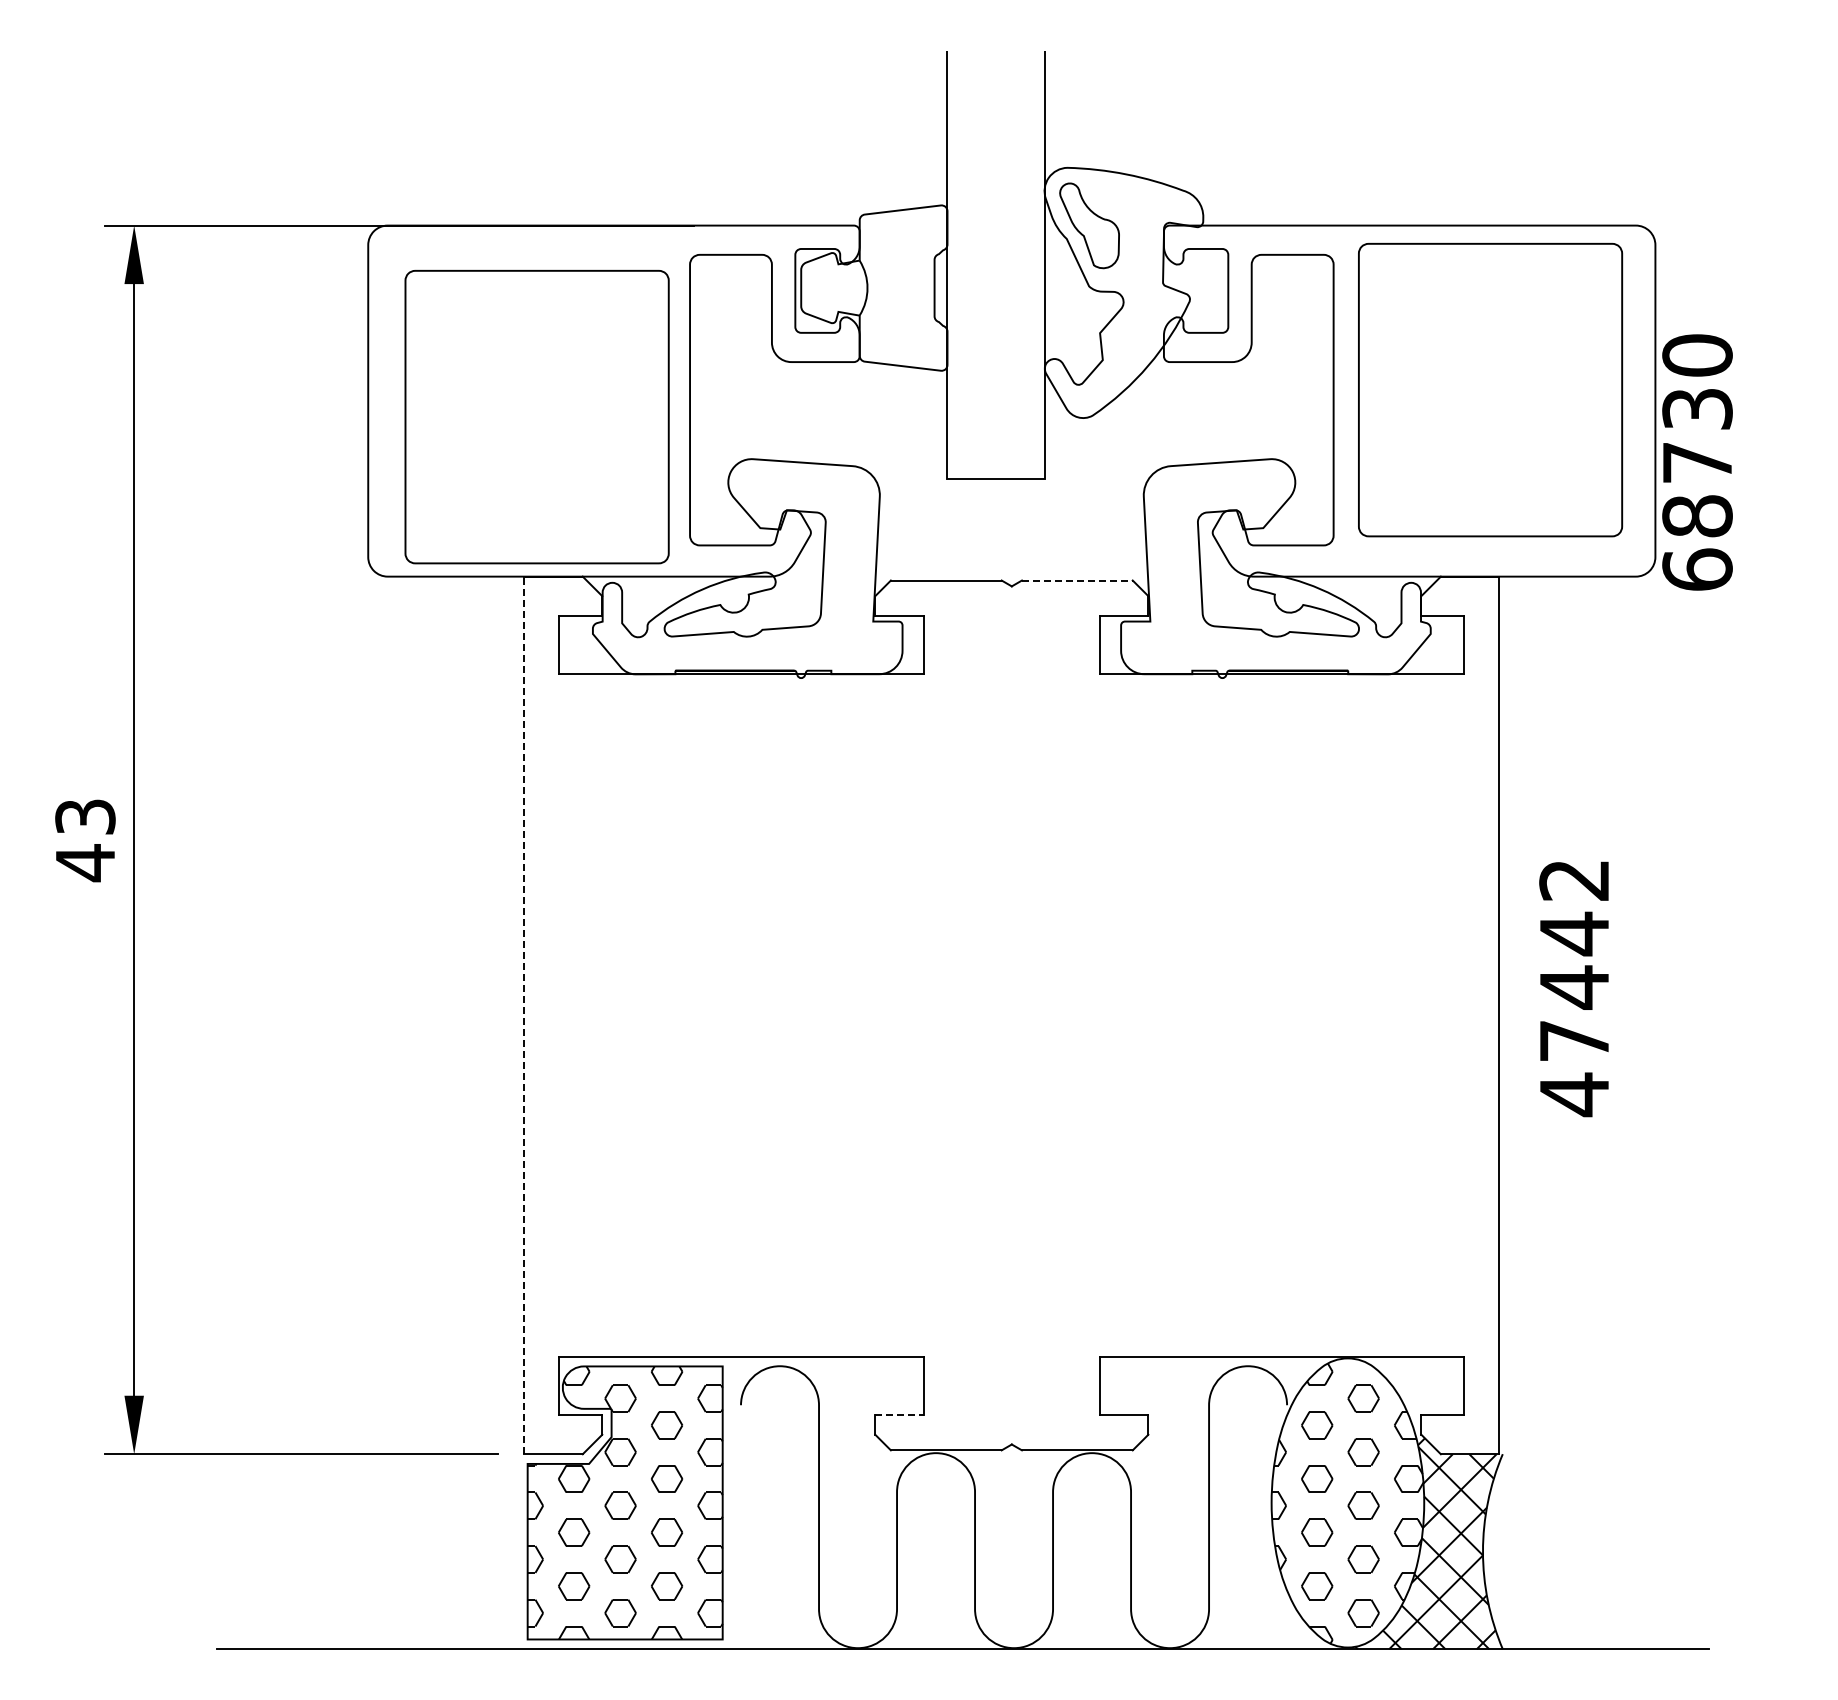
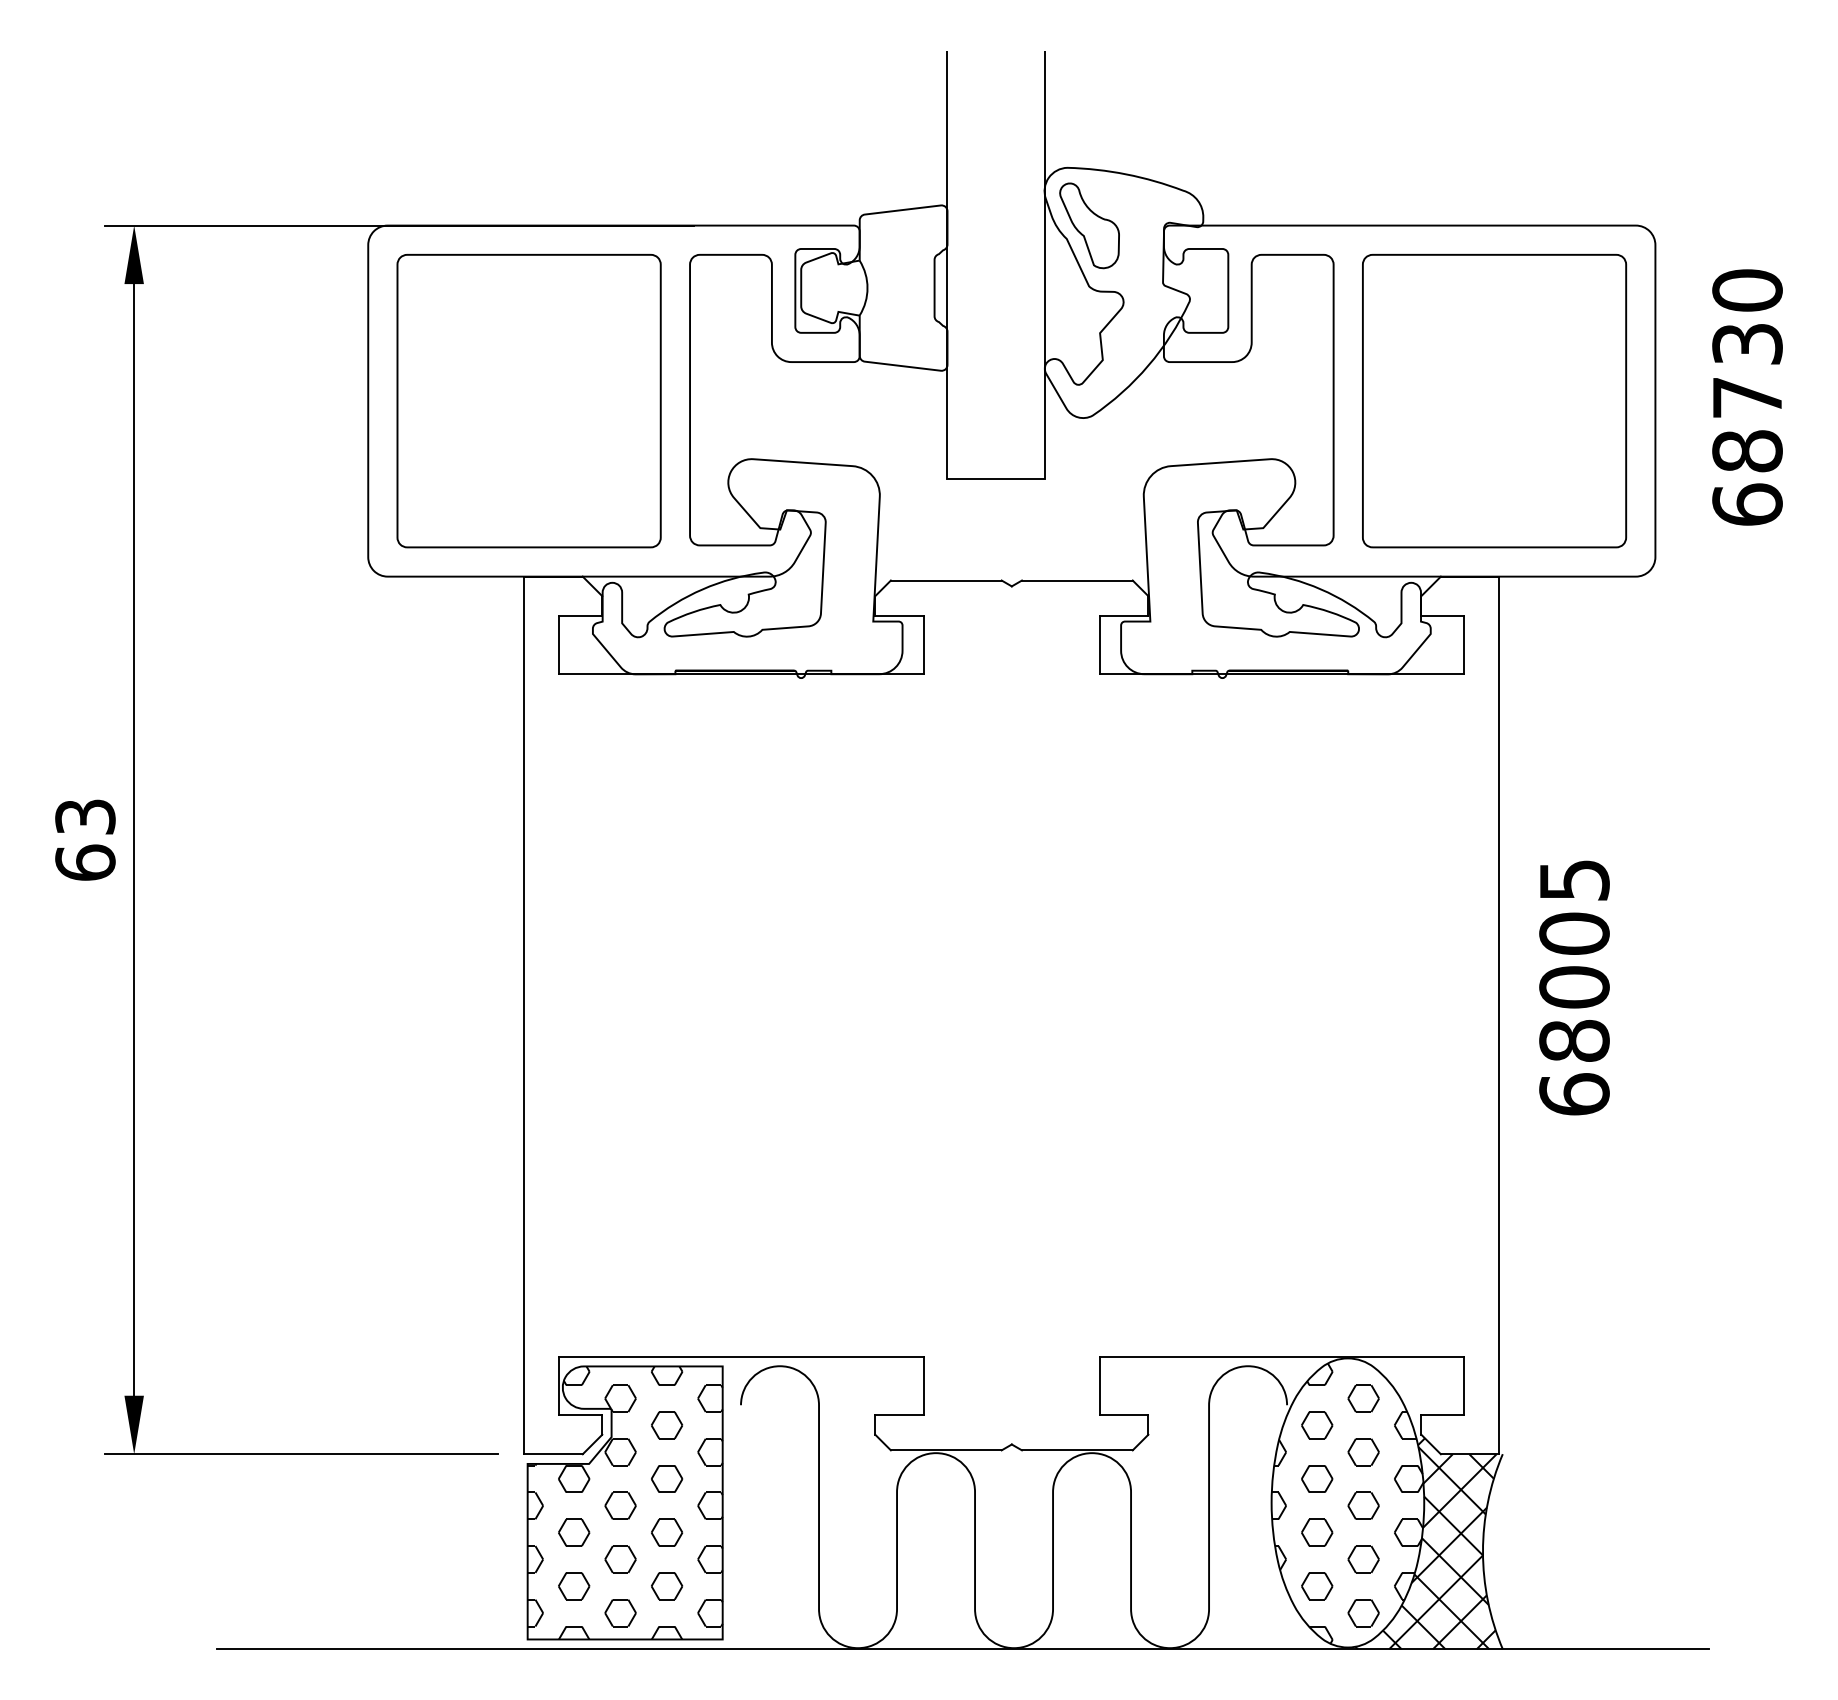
part at (1490, 390) position: (1490, 390) -> (1494, 401)
part at (536, 417) position: (536, 417) -> (528, 401)
text at (1697, 462) position: (1697, 462) -> (1747, 397)
line at (1077, 580): dashed -> solid
text at (85, 863): 43 -> 63
text at (1574, 988): 47442 -> 68005
line at (524, 1015): dashed -> solid
line at (900, 1415): dashed -> solid
